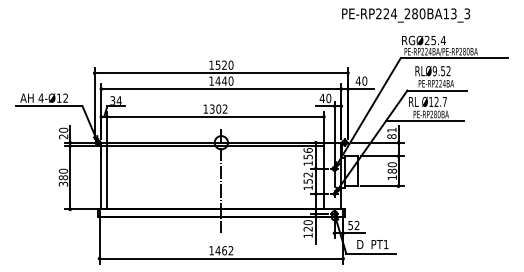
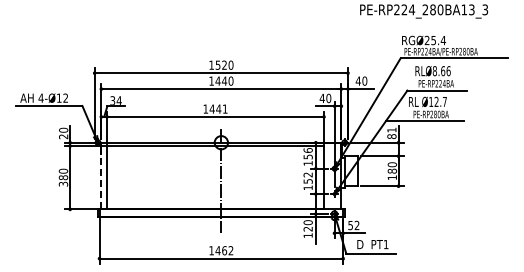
text at (406, 15) position: (406, 15) -> (424, 11)
text at (441, 71): RLØ9.52 -> RLØ8.66
text at (218, 108): 1302 -> 1441
line at (101, 175): solid -> dashed
